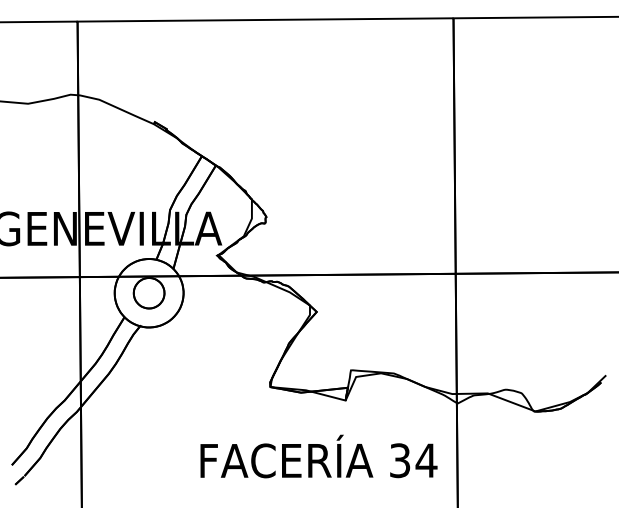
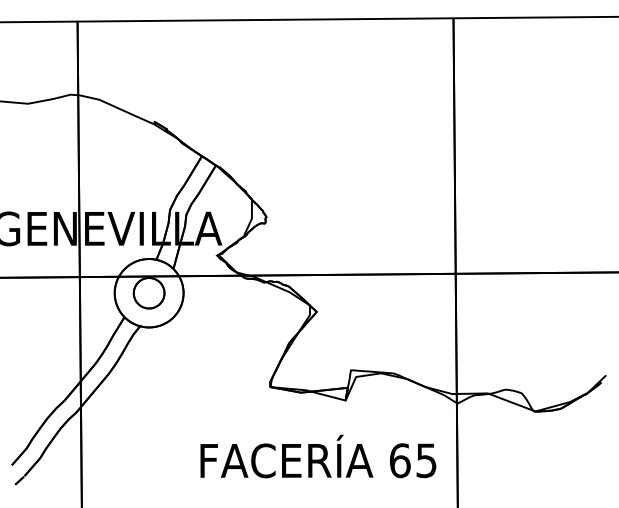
text at (413, 460): 34 -> 65
